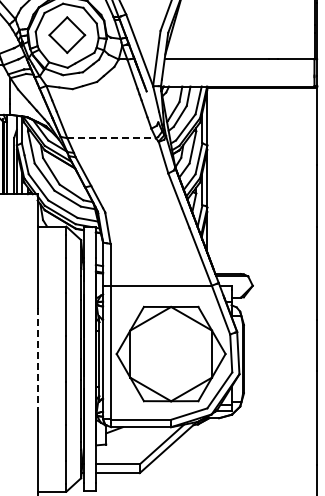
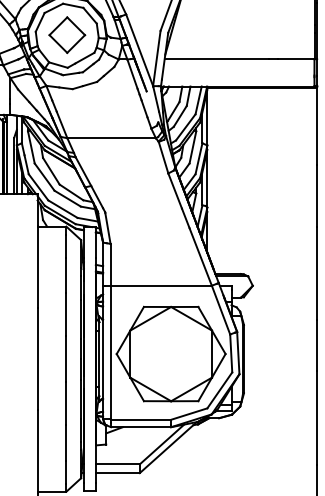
line at (112, 138): dashed -> solid
line at (37, 359): dashed -> solid
